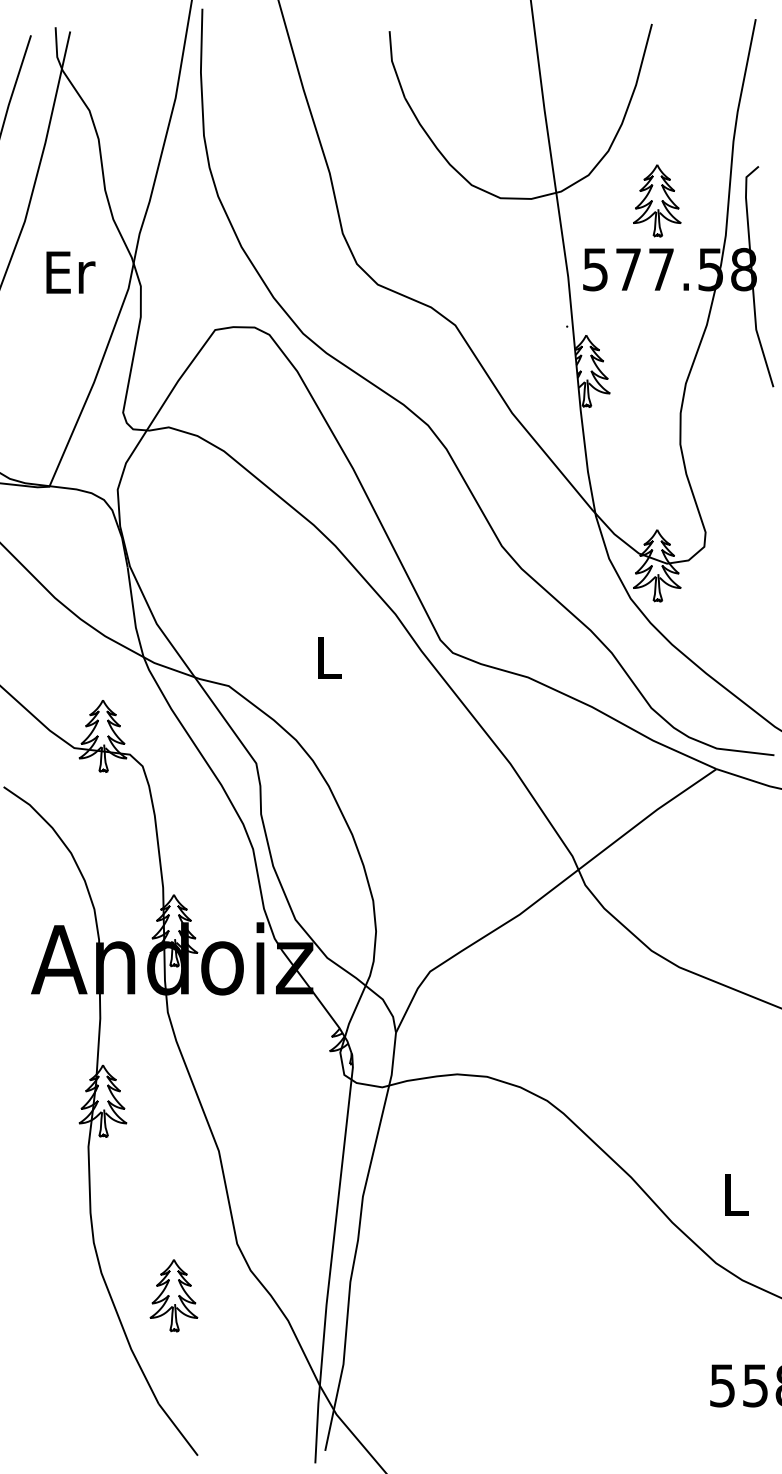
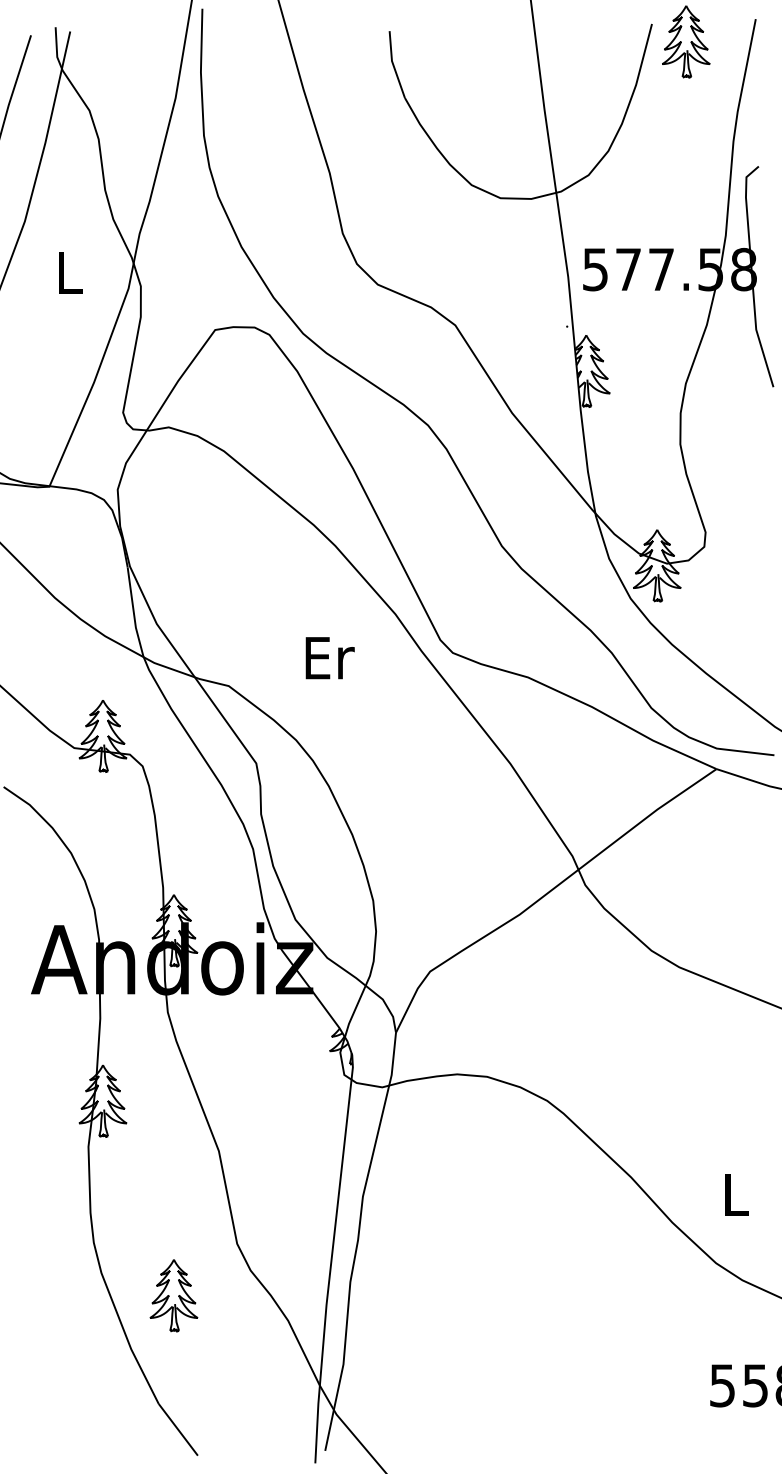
part at (657, 200) position: (657, 200) -> (686, 41)
text at (70, 272): Er -> L
text at (329, 658): L -> Er
